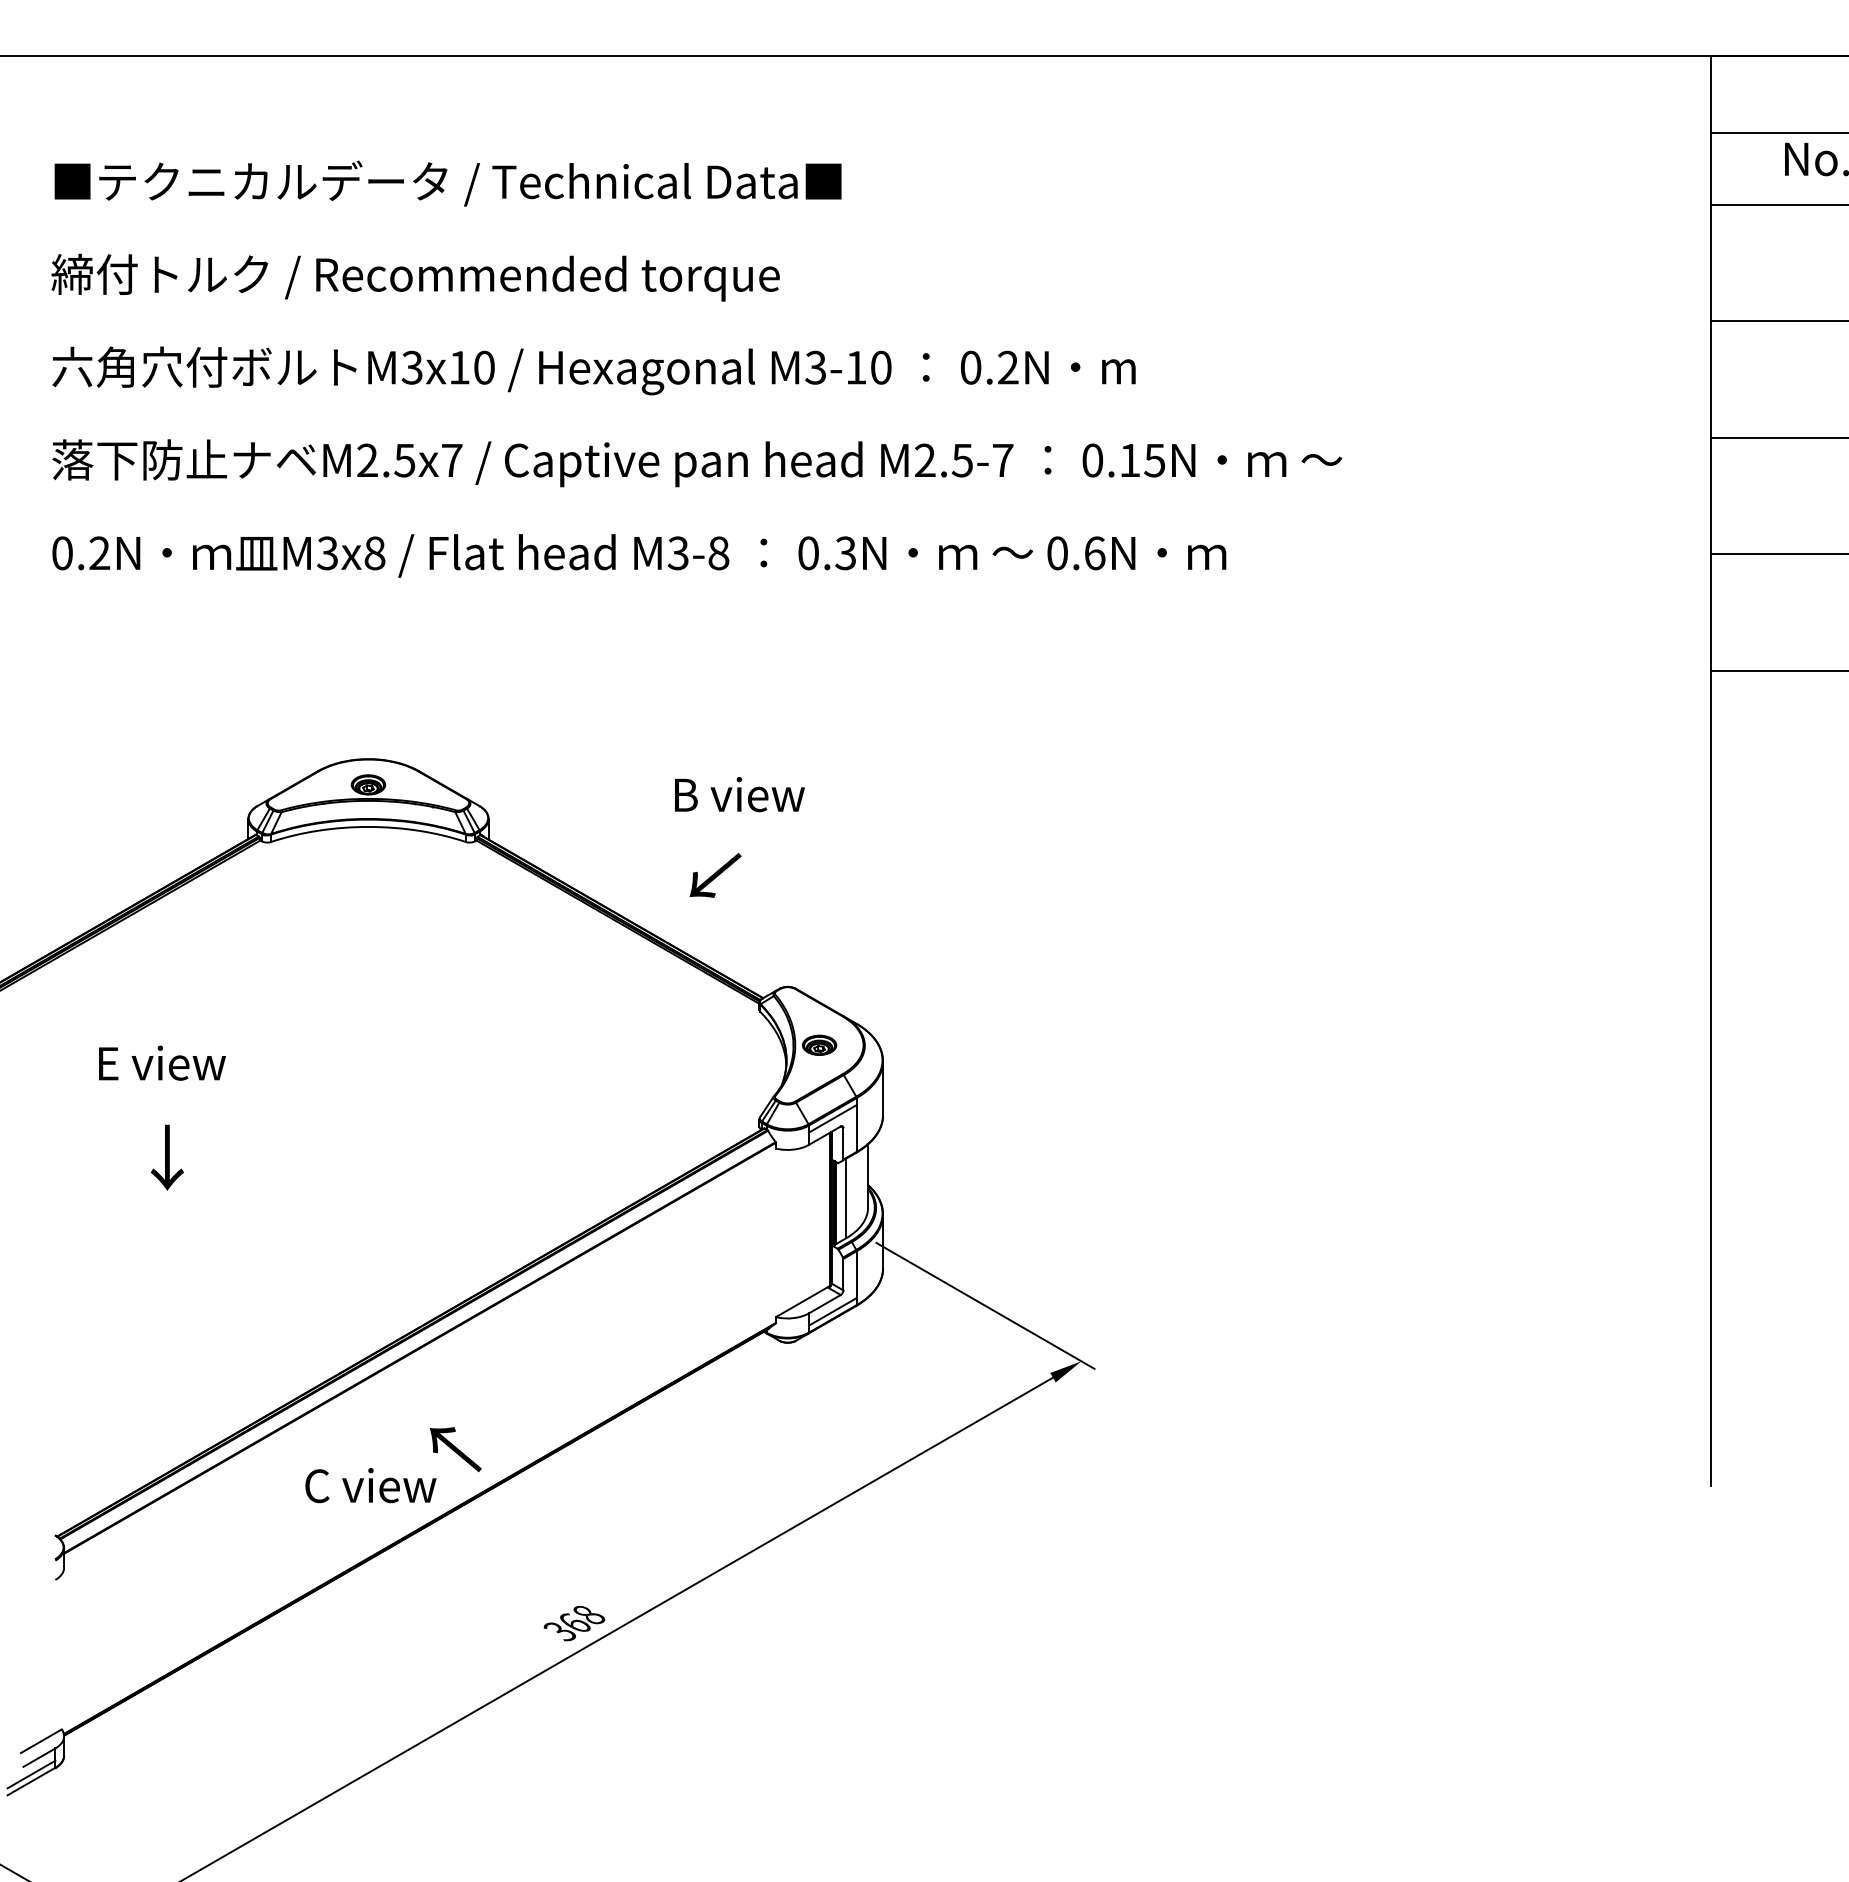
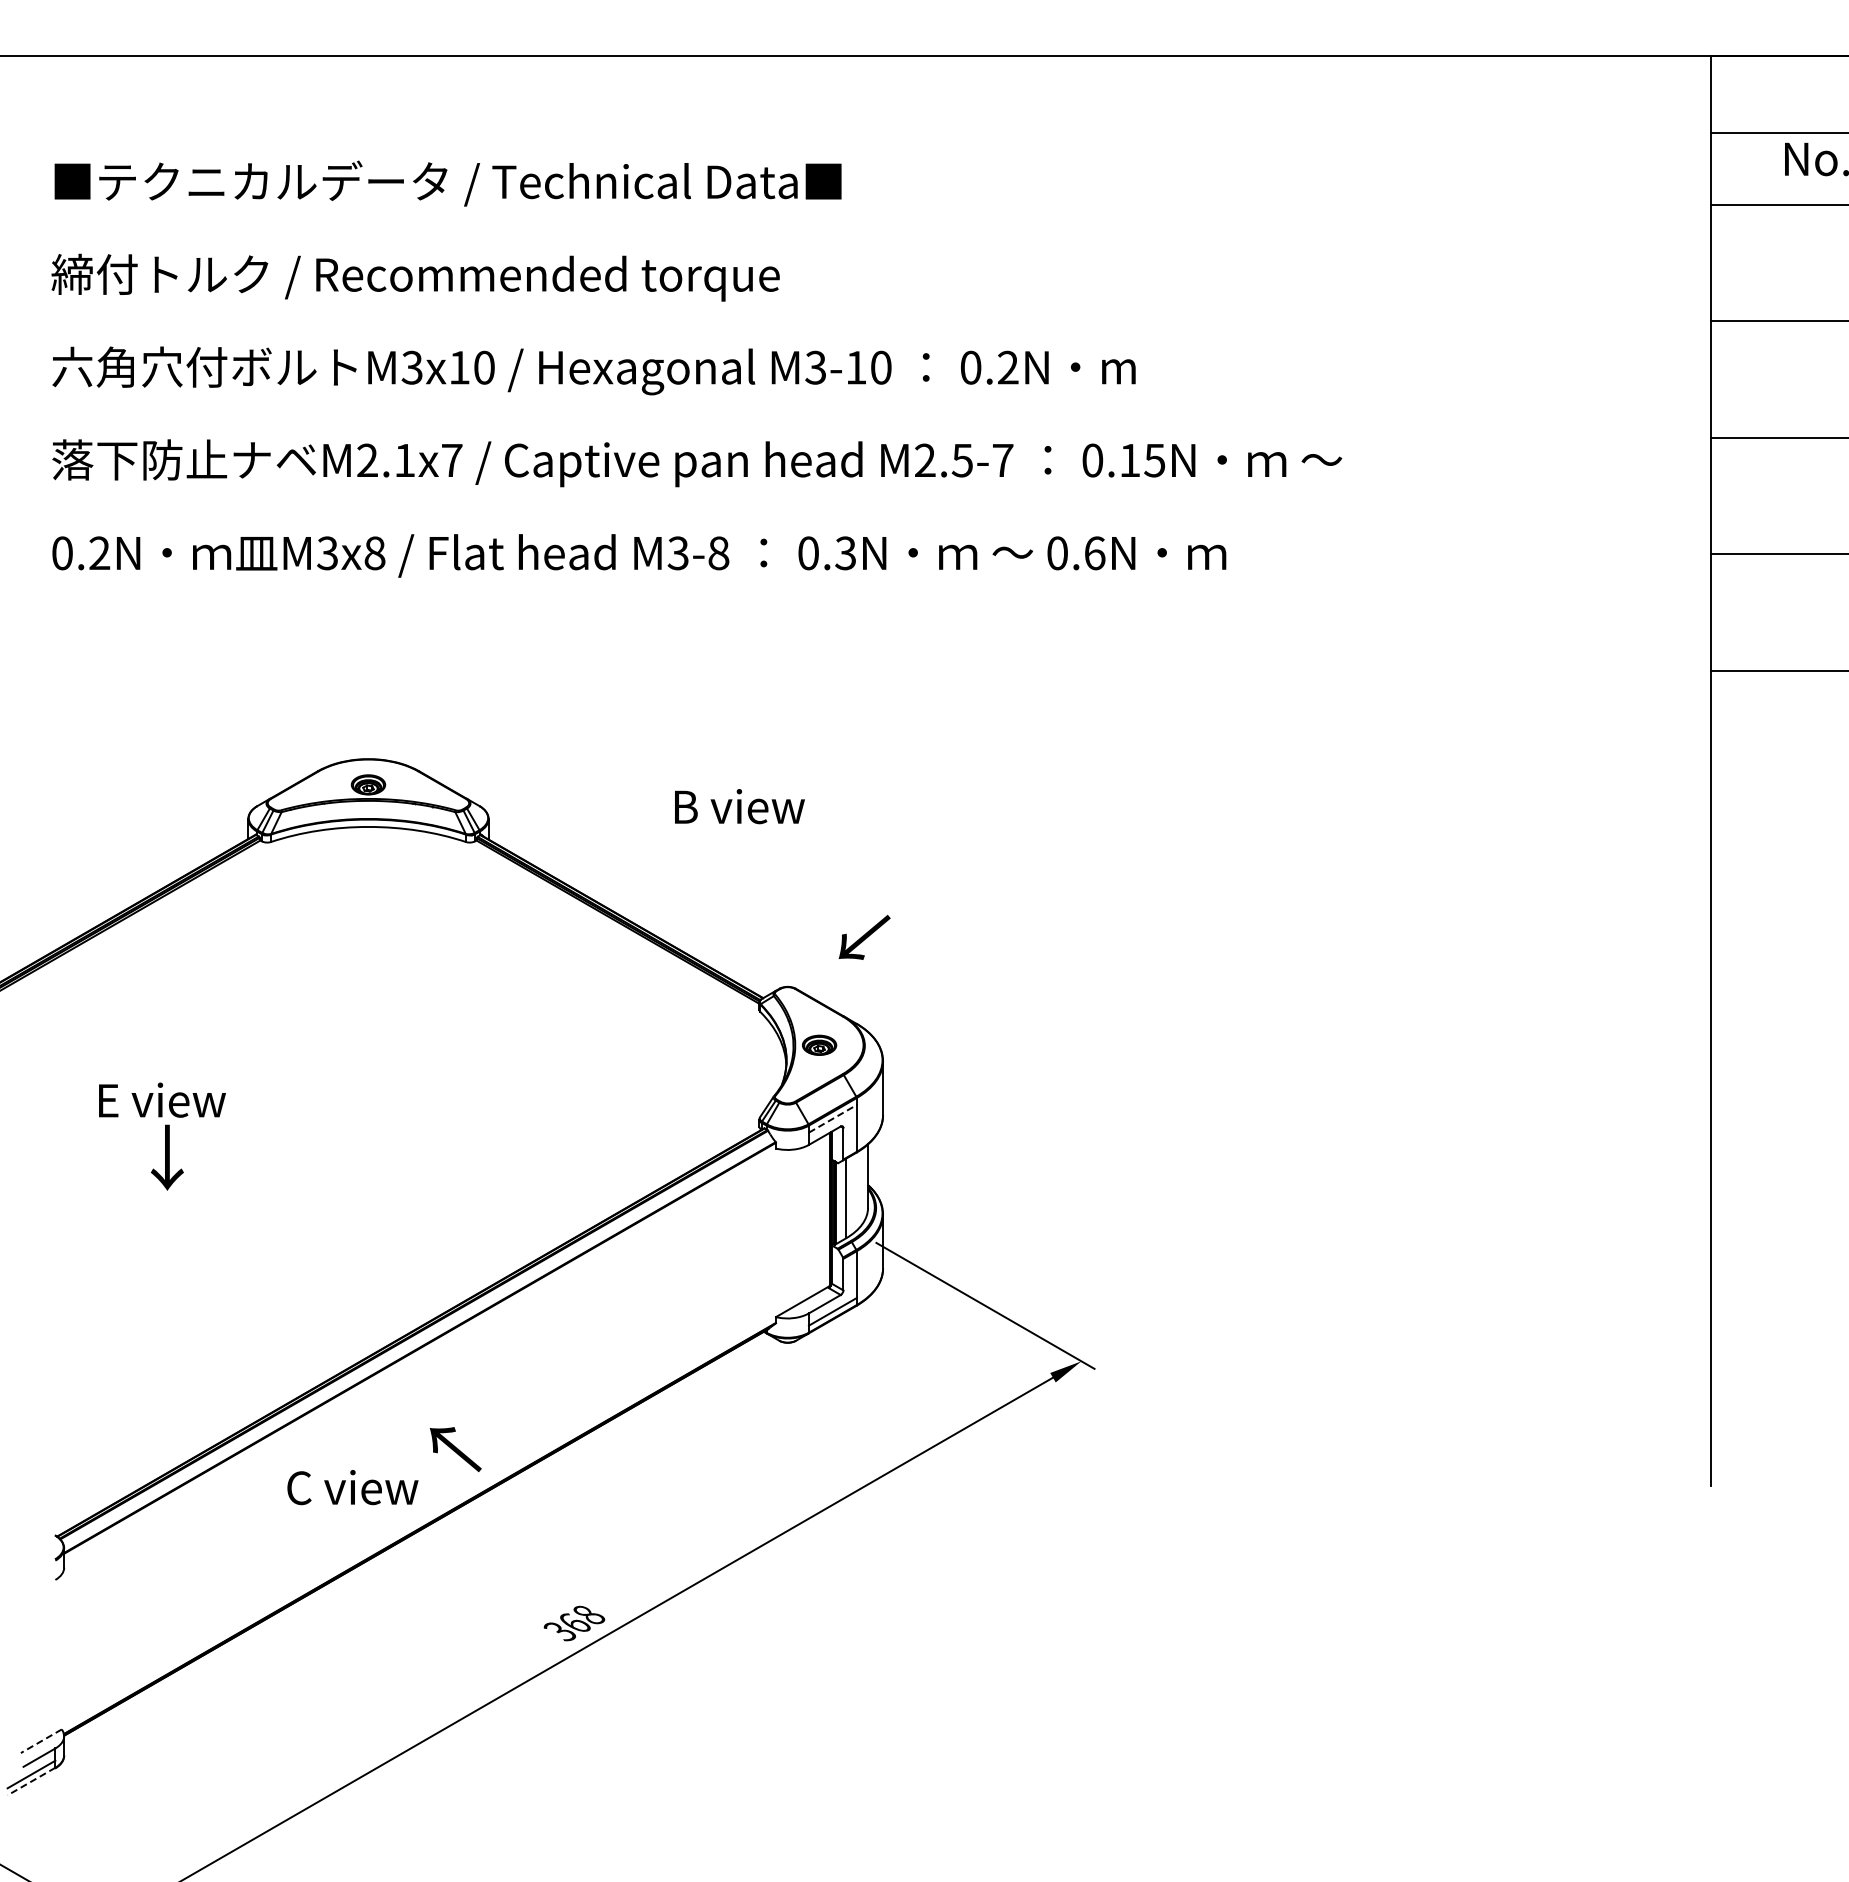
text at (404, 460): M2.5x7 -> M2.1x7
text at (739, 794) position: (739, 794) -> (739, 806)
text at (715, 875) position: (715, 875) -> (864, 937)
text at (162, 1062) position: (162, 1062) -> (162, 1099)
line at (832, 1118): solid -> dashed
text at (370, 1485) position: (370, 1485) -> (352, 1487)
line at (41, 1741): solid -> dashed
line at (31, 1781): solid -> dashed
